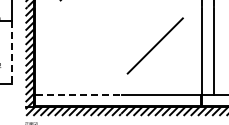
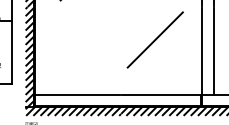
line at (154, 45) position: (154, 45) -> (154, 39)
line at (12, 52): dashed -> solid
line at (76, 94): dashed -> solid
